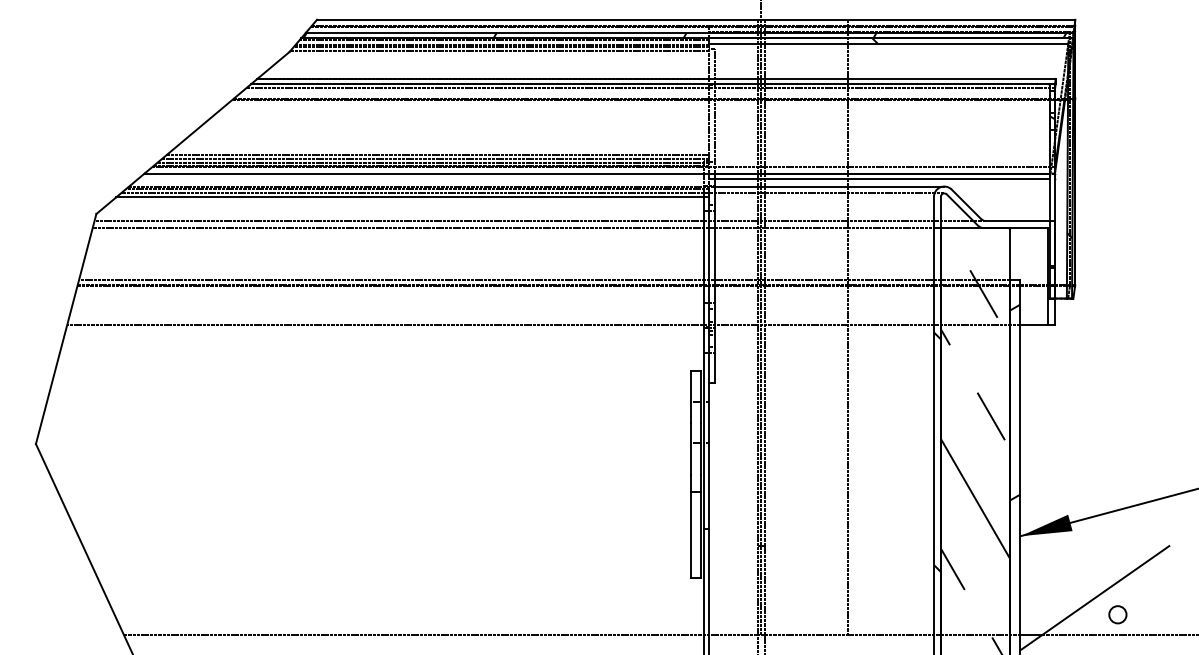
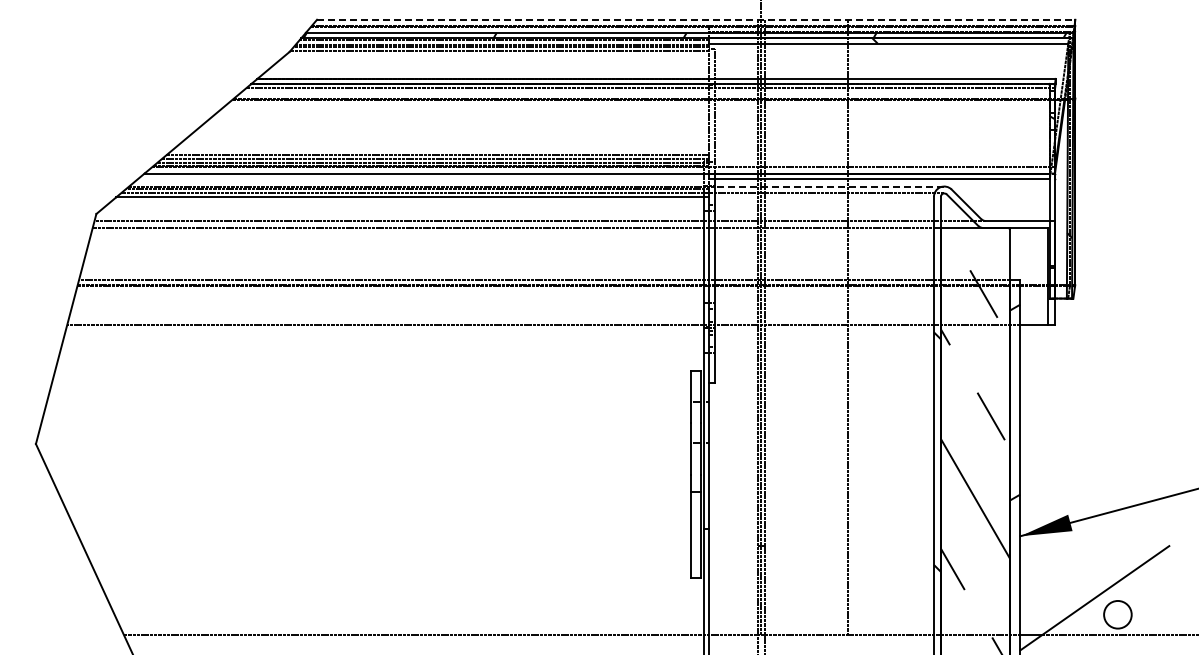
line at (696, 19): solid -> dashed
line at (829, 186): solid -> dashed
circle at (1117, 614) diameter: 17 px -> 28 px
